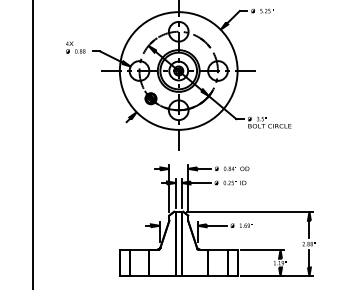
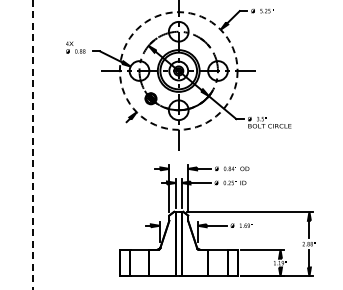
circle at (178, 70): solid -> dashed
line at (33, 144): solid -> dashed
